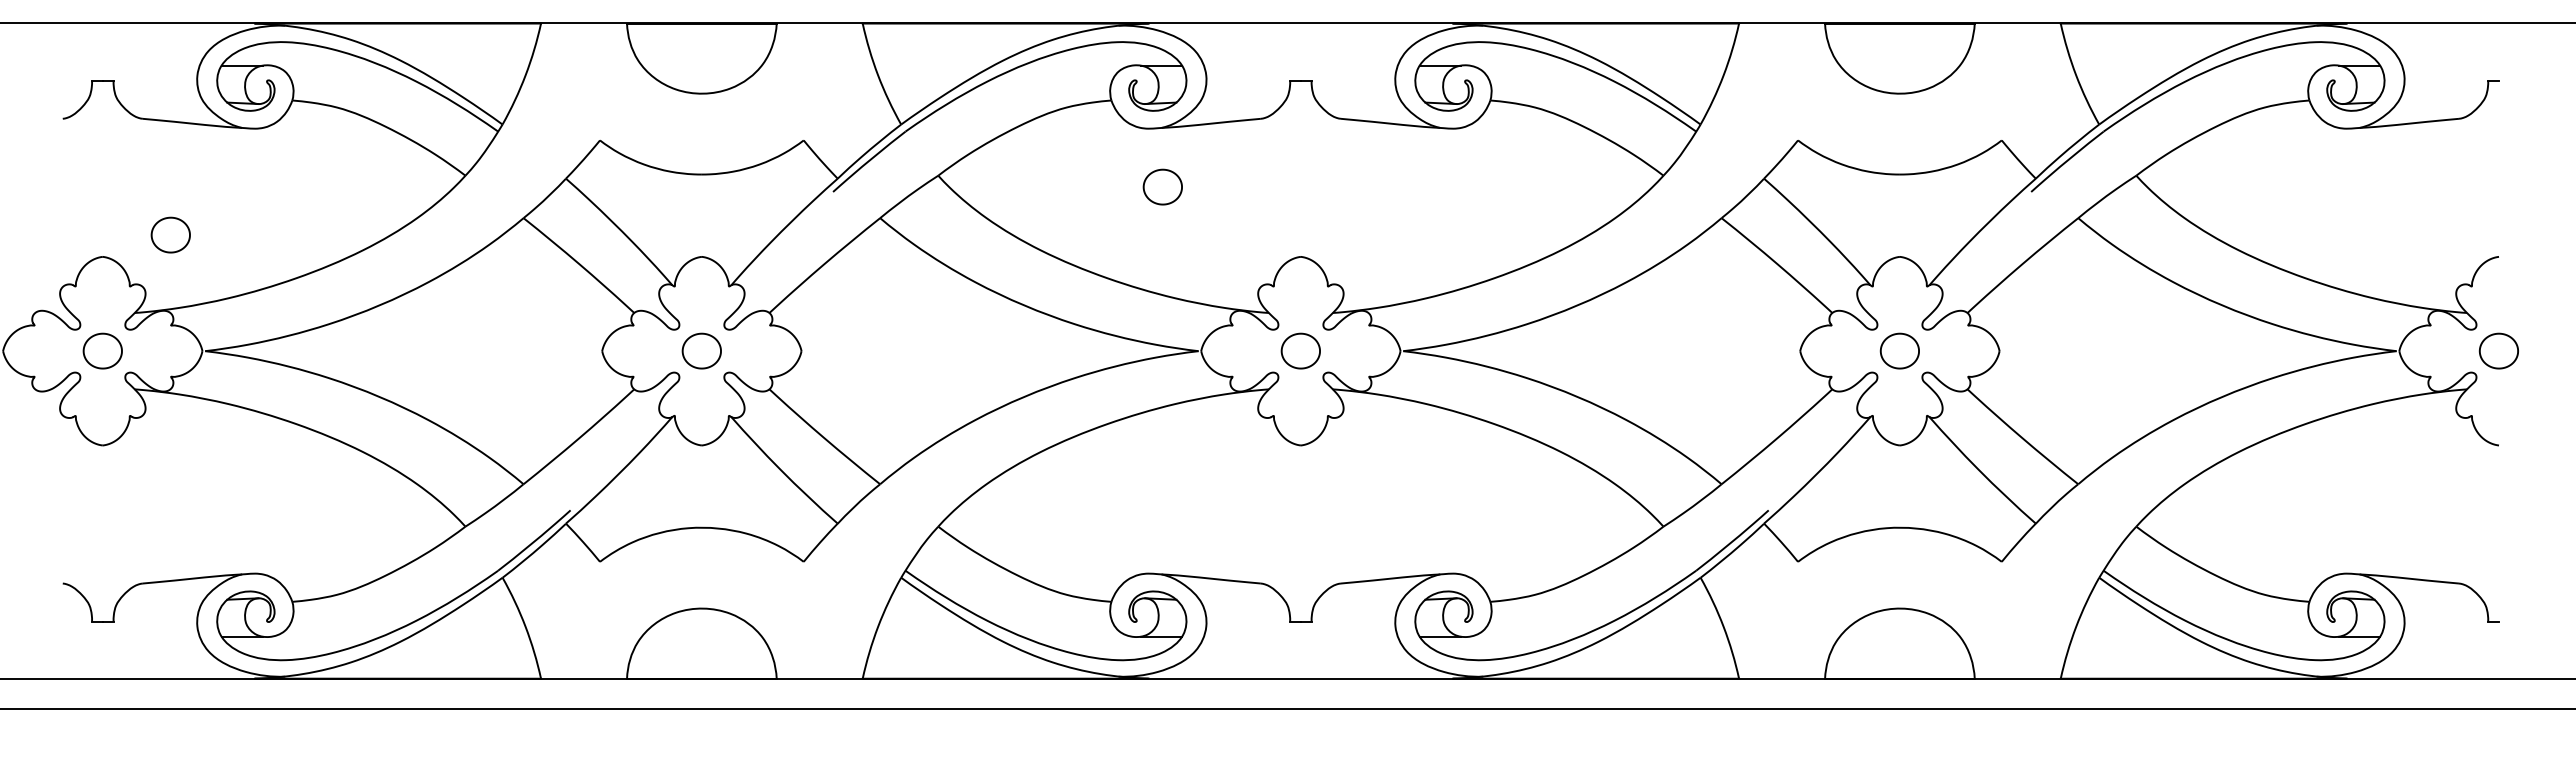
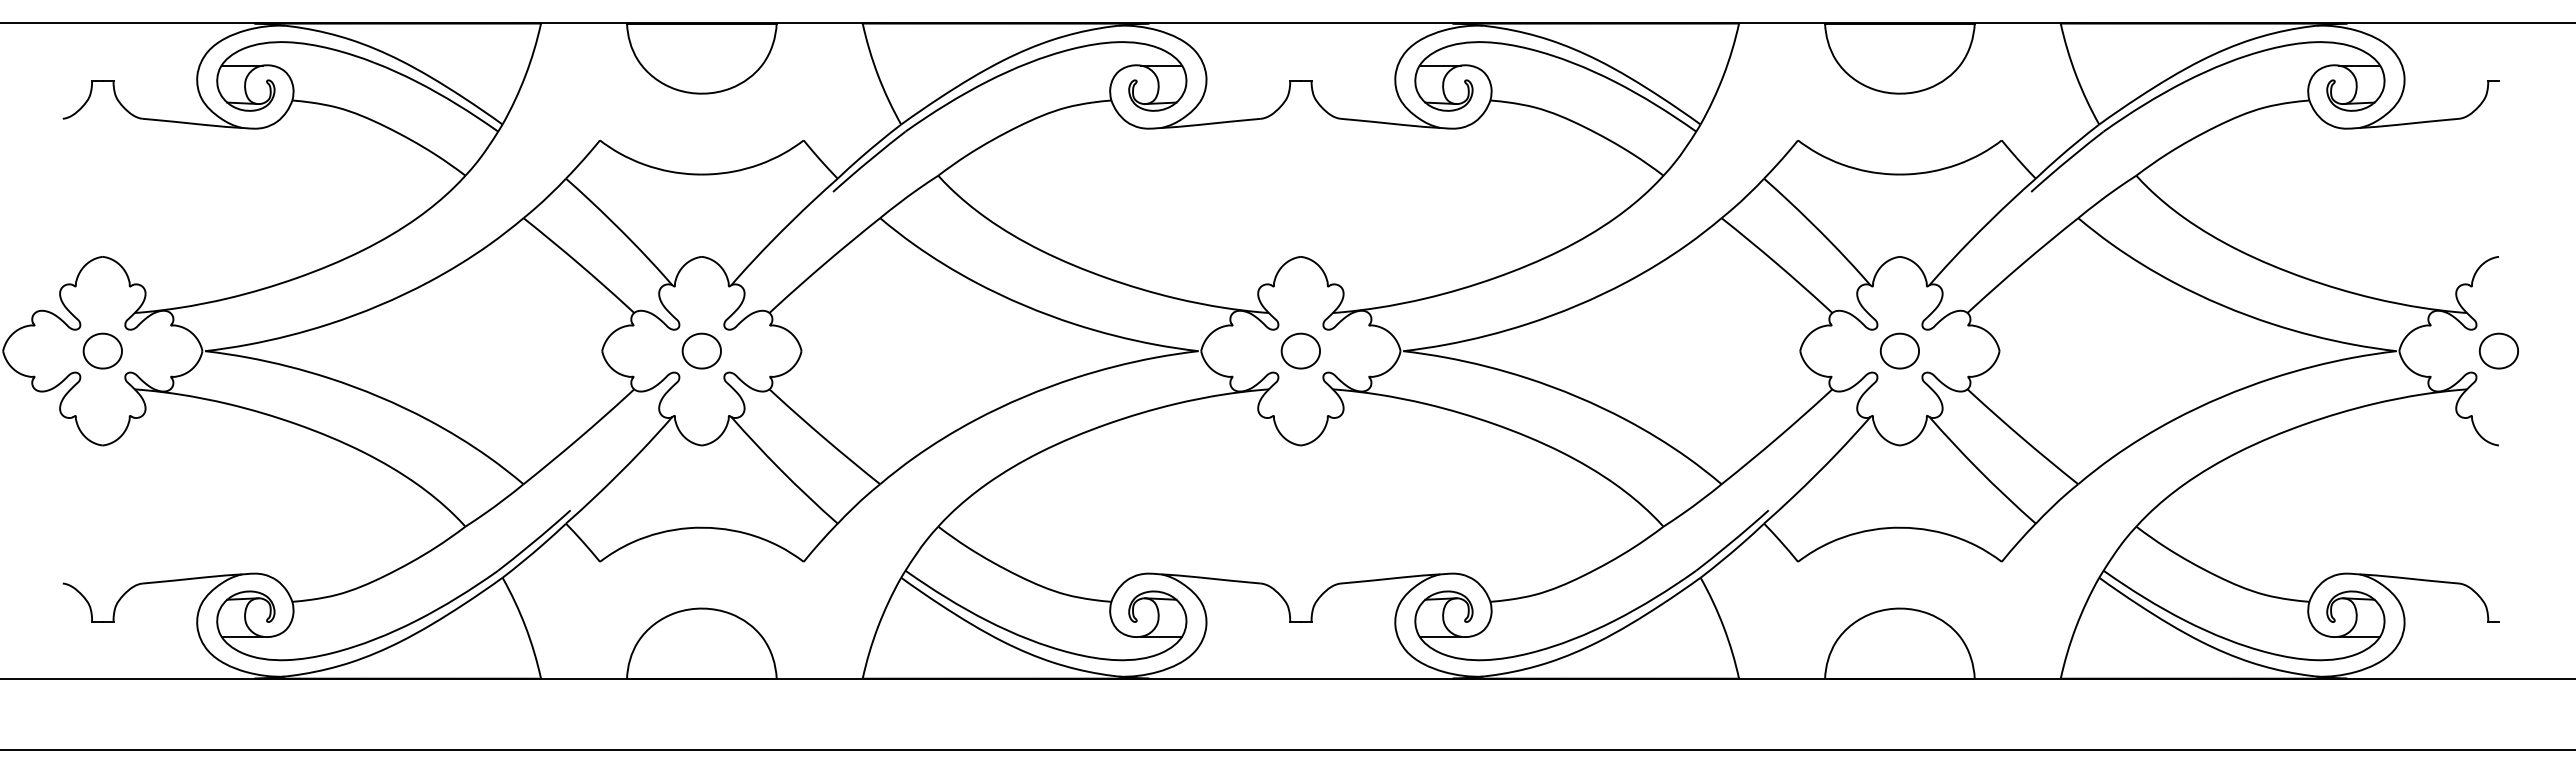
part at (1162, 186): present -> none
part at (170, 234): present -> none
line at (1287, 708) position: (1287, 708) -> (1287, 749)
